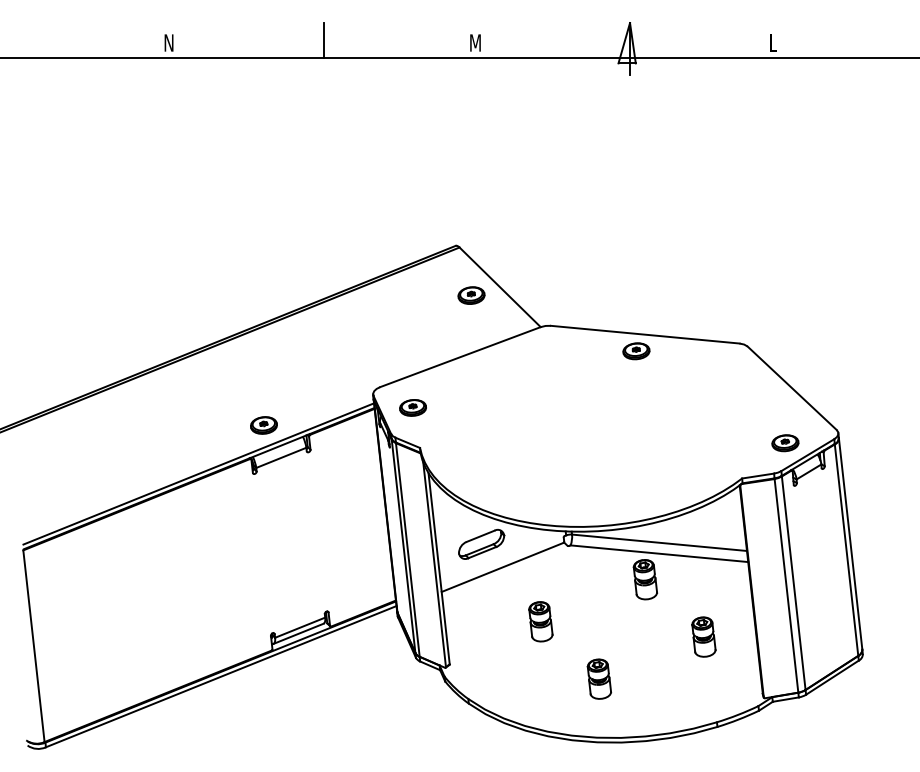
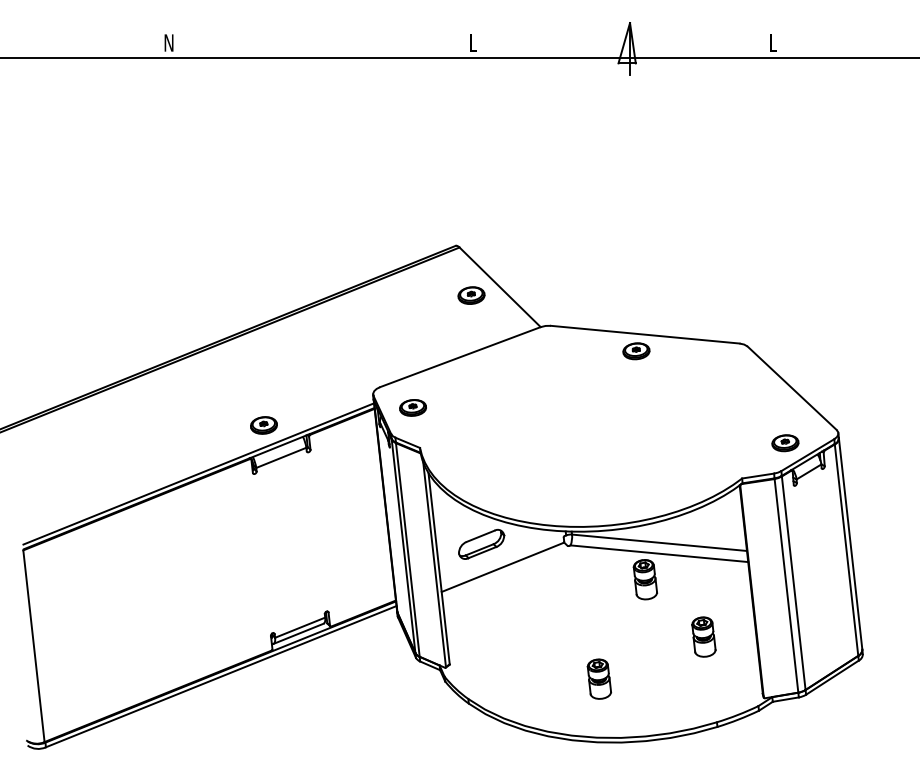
line at (324, 40): present -> none
text at (475, 42): M -> L
part at (540, 621): present -> none
